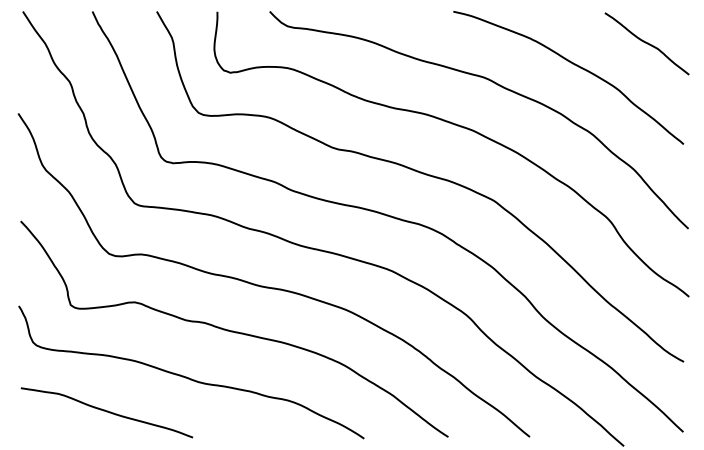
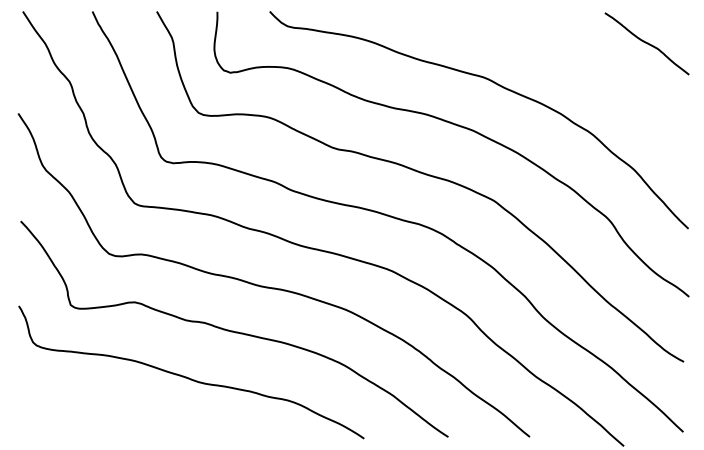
curve at (574, 65): present -> none
curve at (106, 412): present -> none
